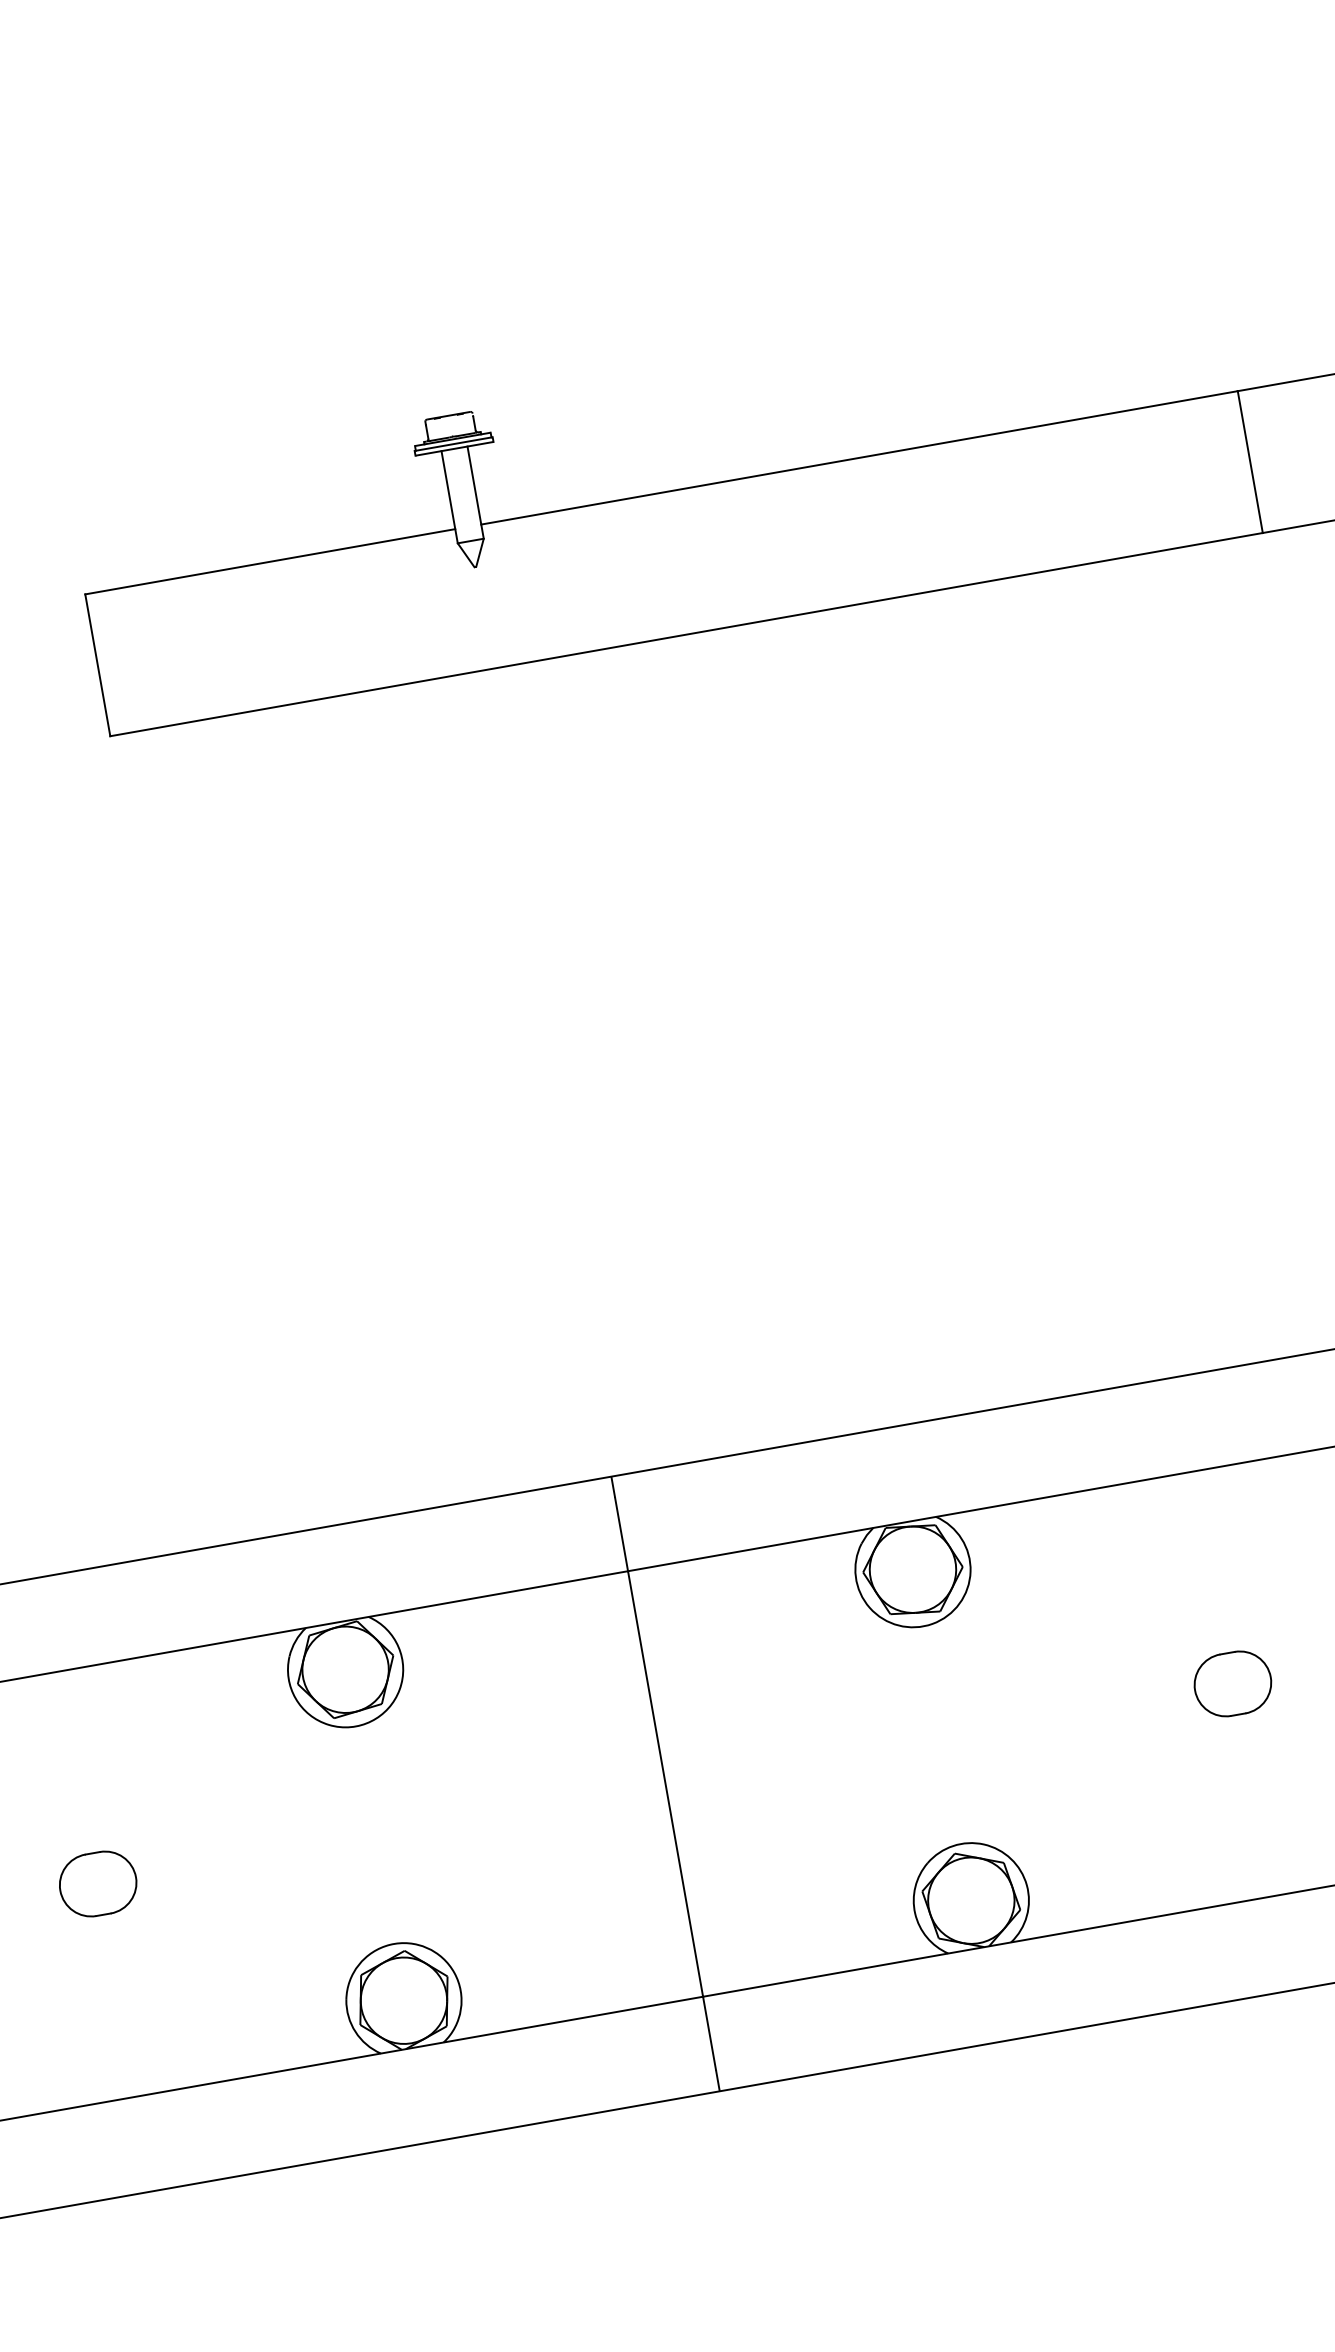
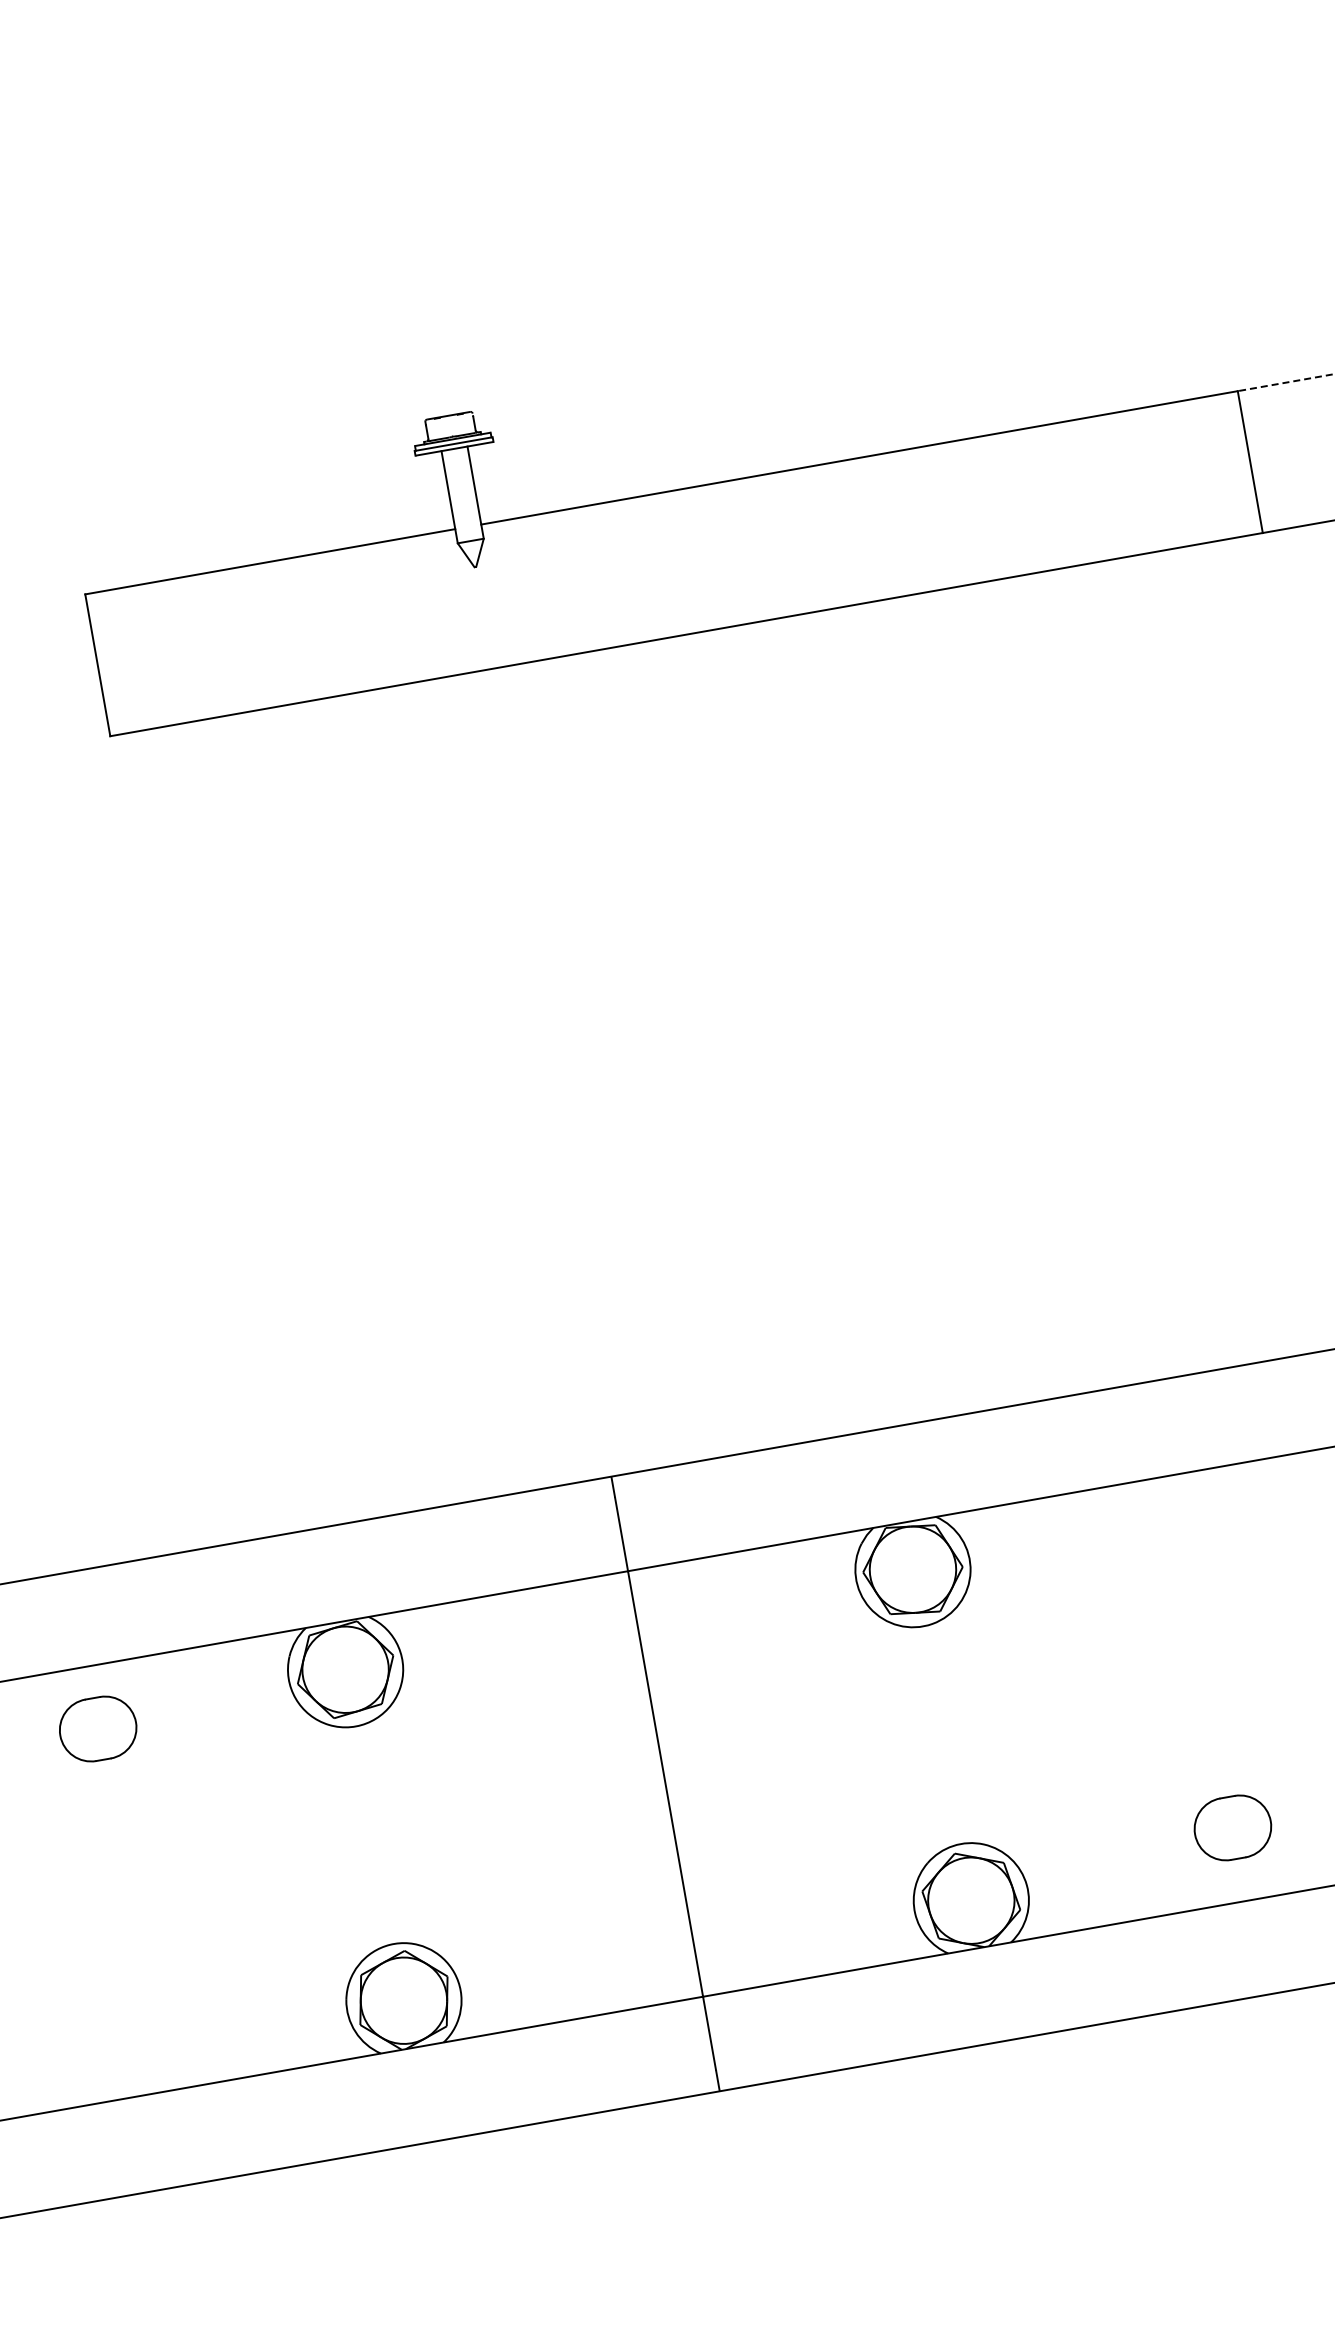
line at (1285, 382): solid -> dashed
part at (1232, 1683) position: (1232, 1683) -> (1232, 1827)
part at (98, 1883) position: (98, 1883) -> (98, 1728)
